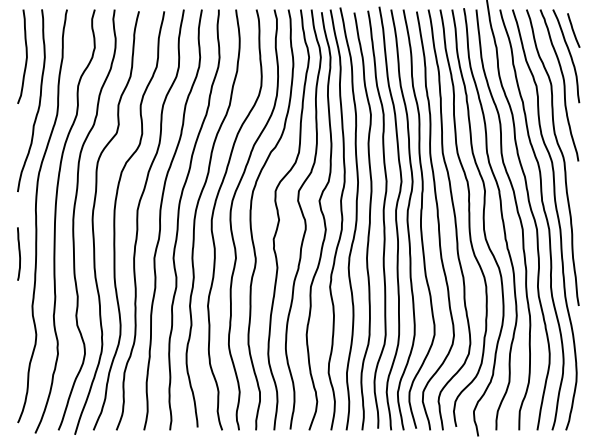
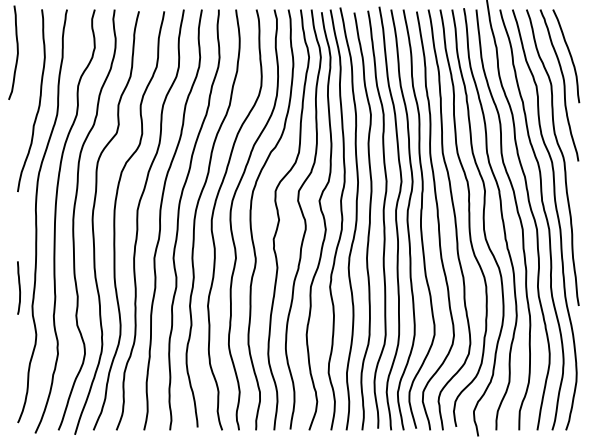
line at (573, 30): present -> none
curve at (25, 58) position: (25, 58) -> (16, 54)
curve at (19, 253) position: (19, 253) -> (19, 287)
